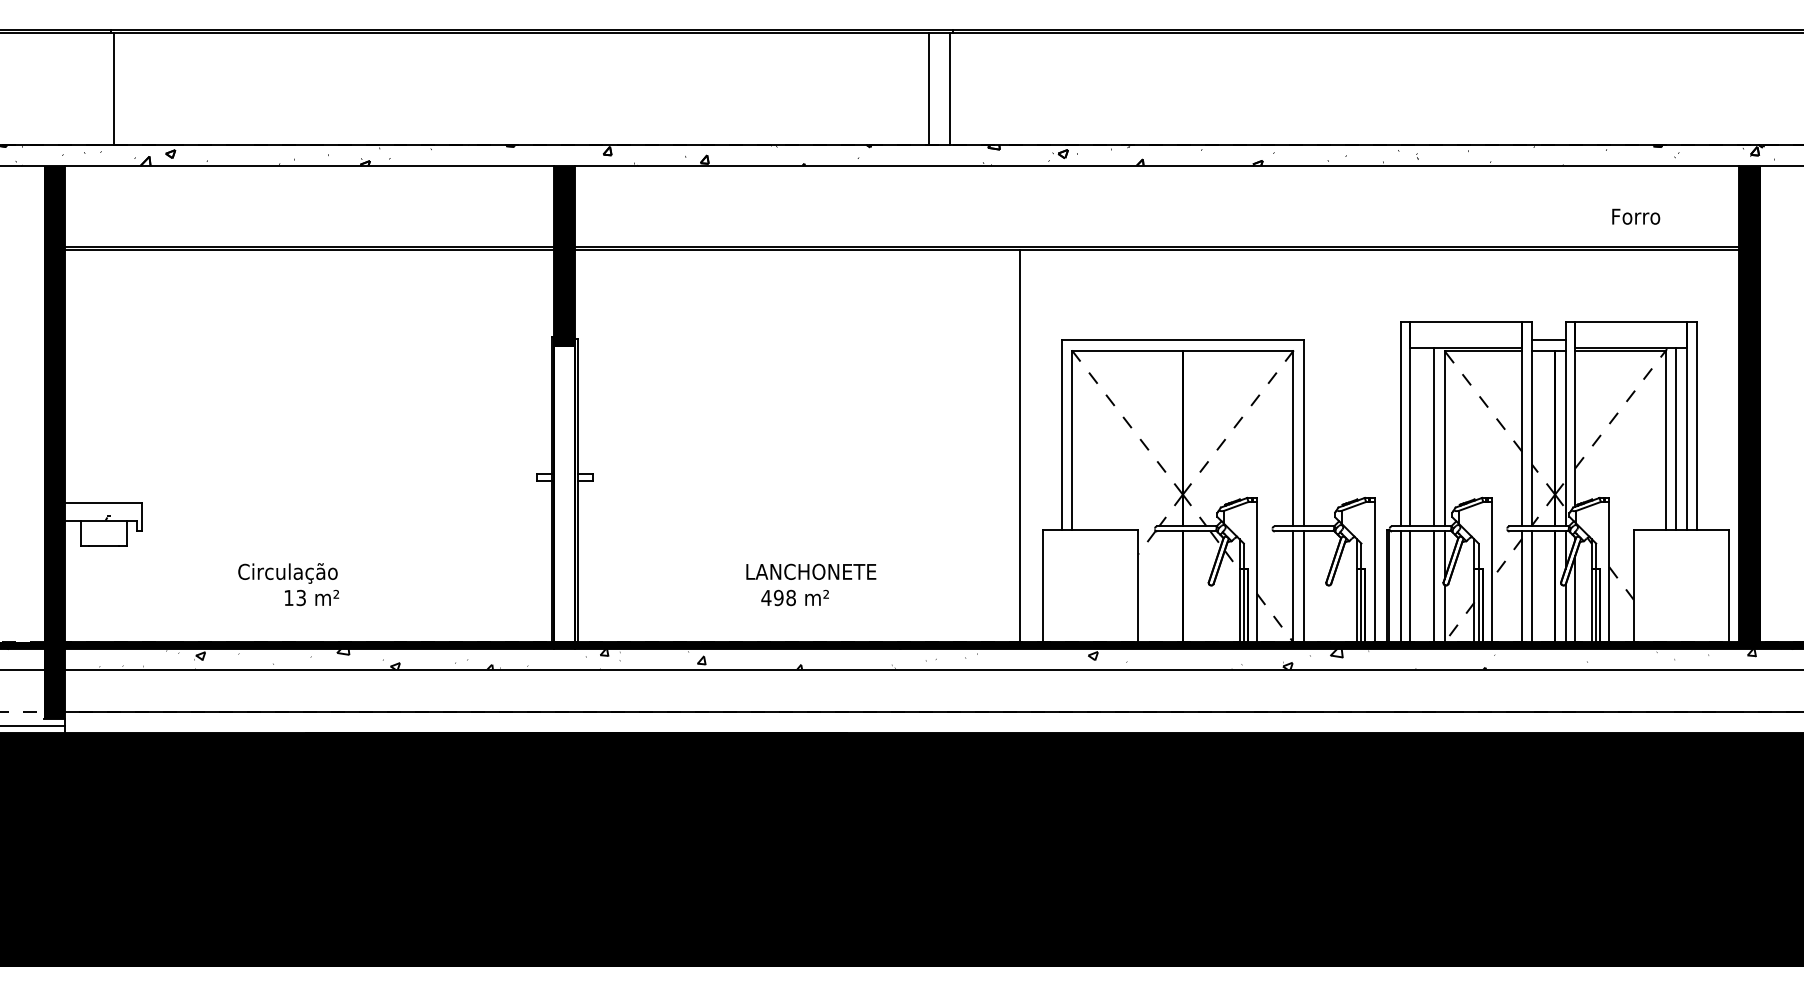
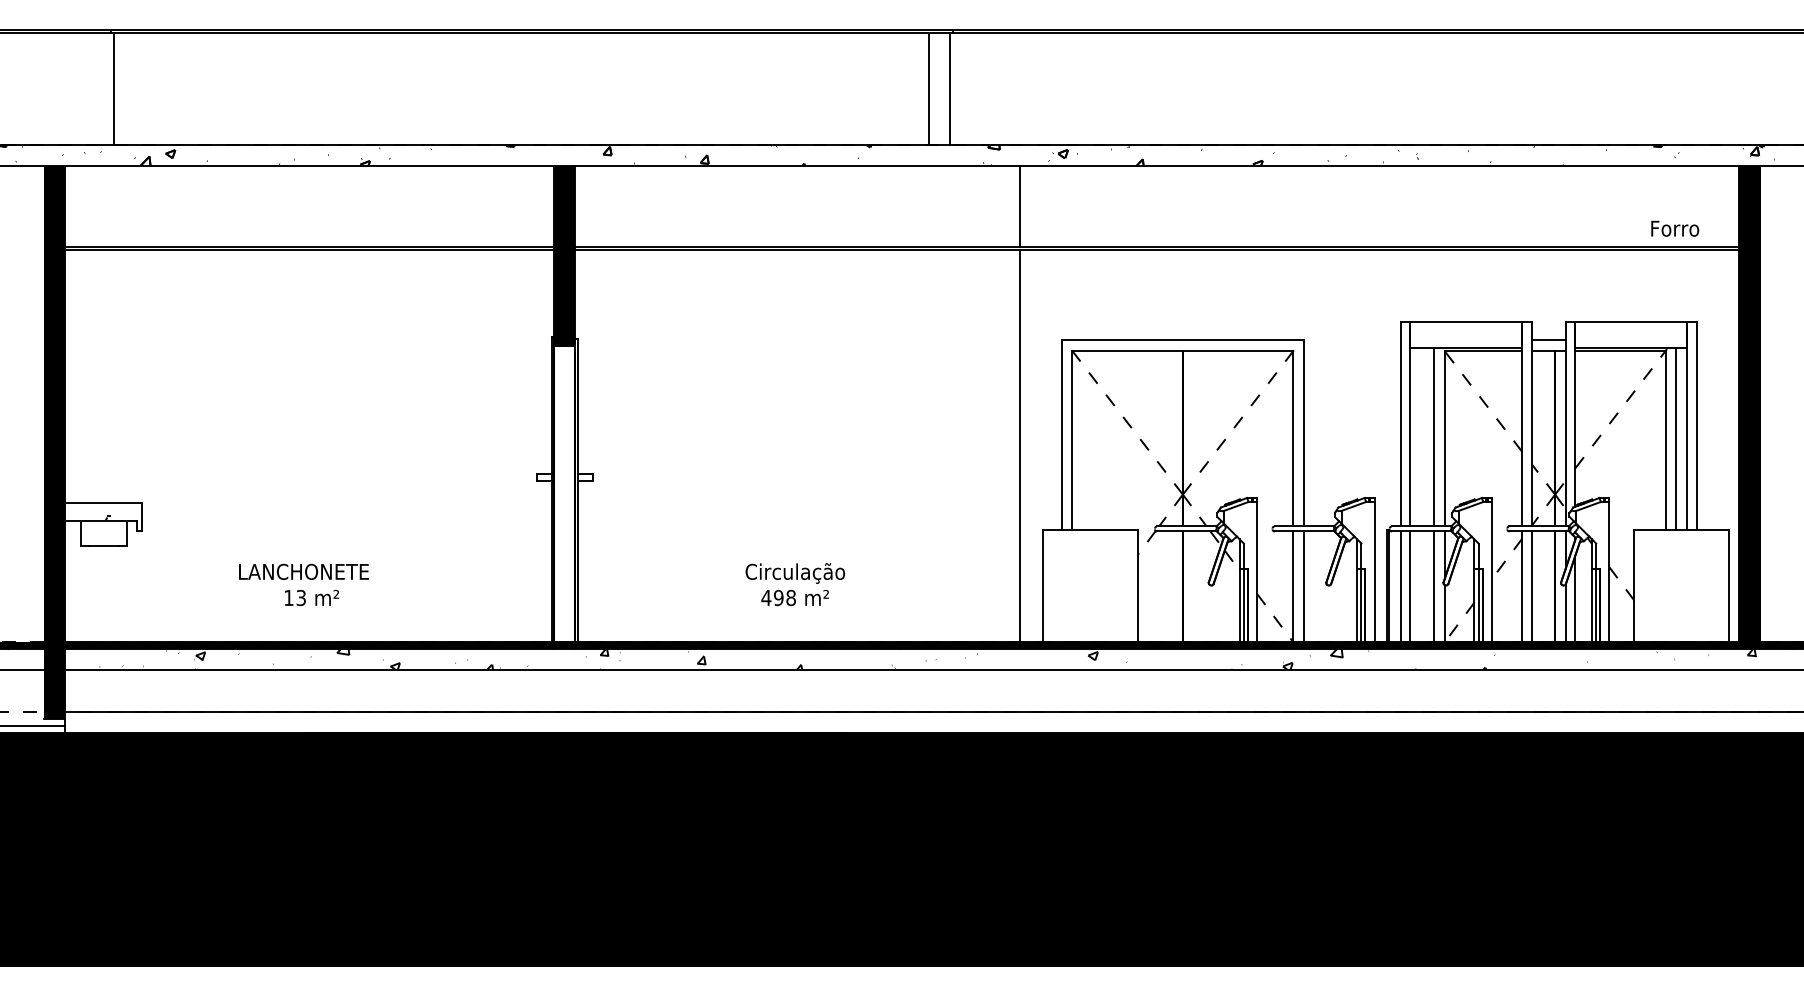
line at (1019, 205): none -> present
text at (1636, 216) position: (1636, 216) -> (1675, 228)
text at (303, 573): Circulação -> LANCHONETE
text at (810, 573): LANCHONETE -> Circulação
